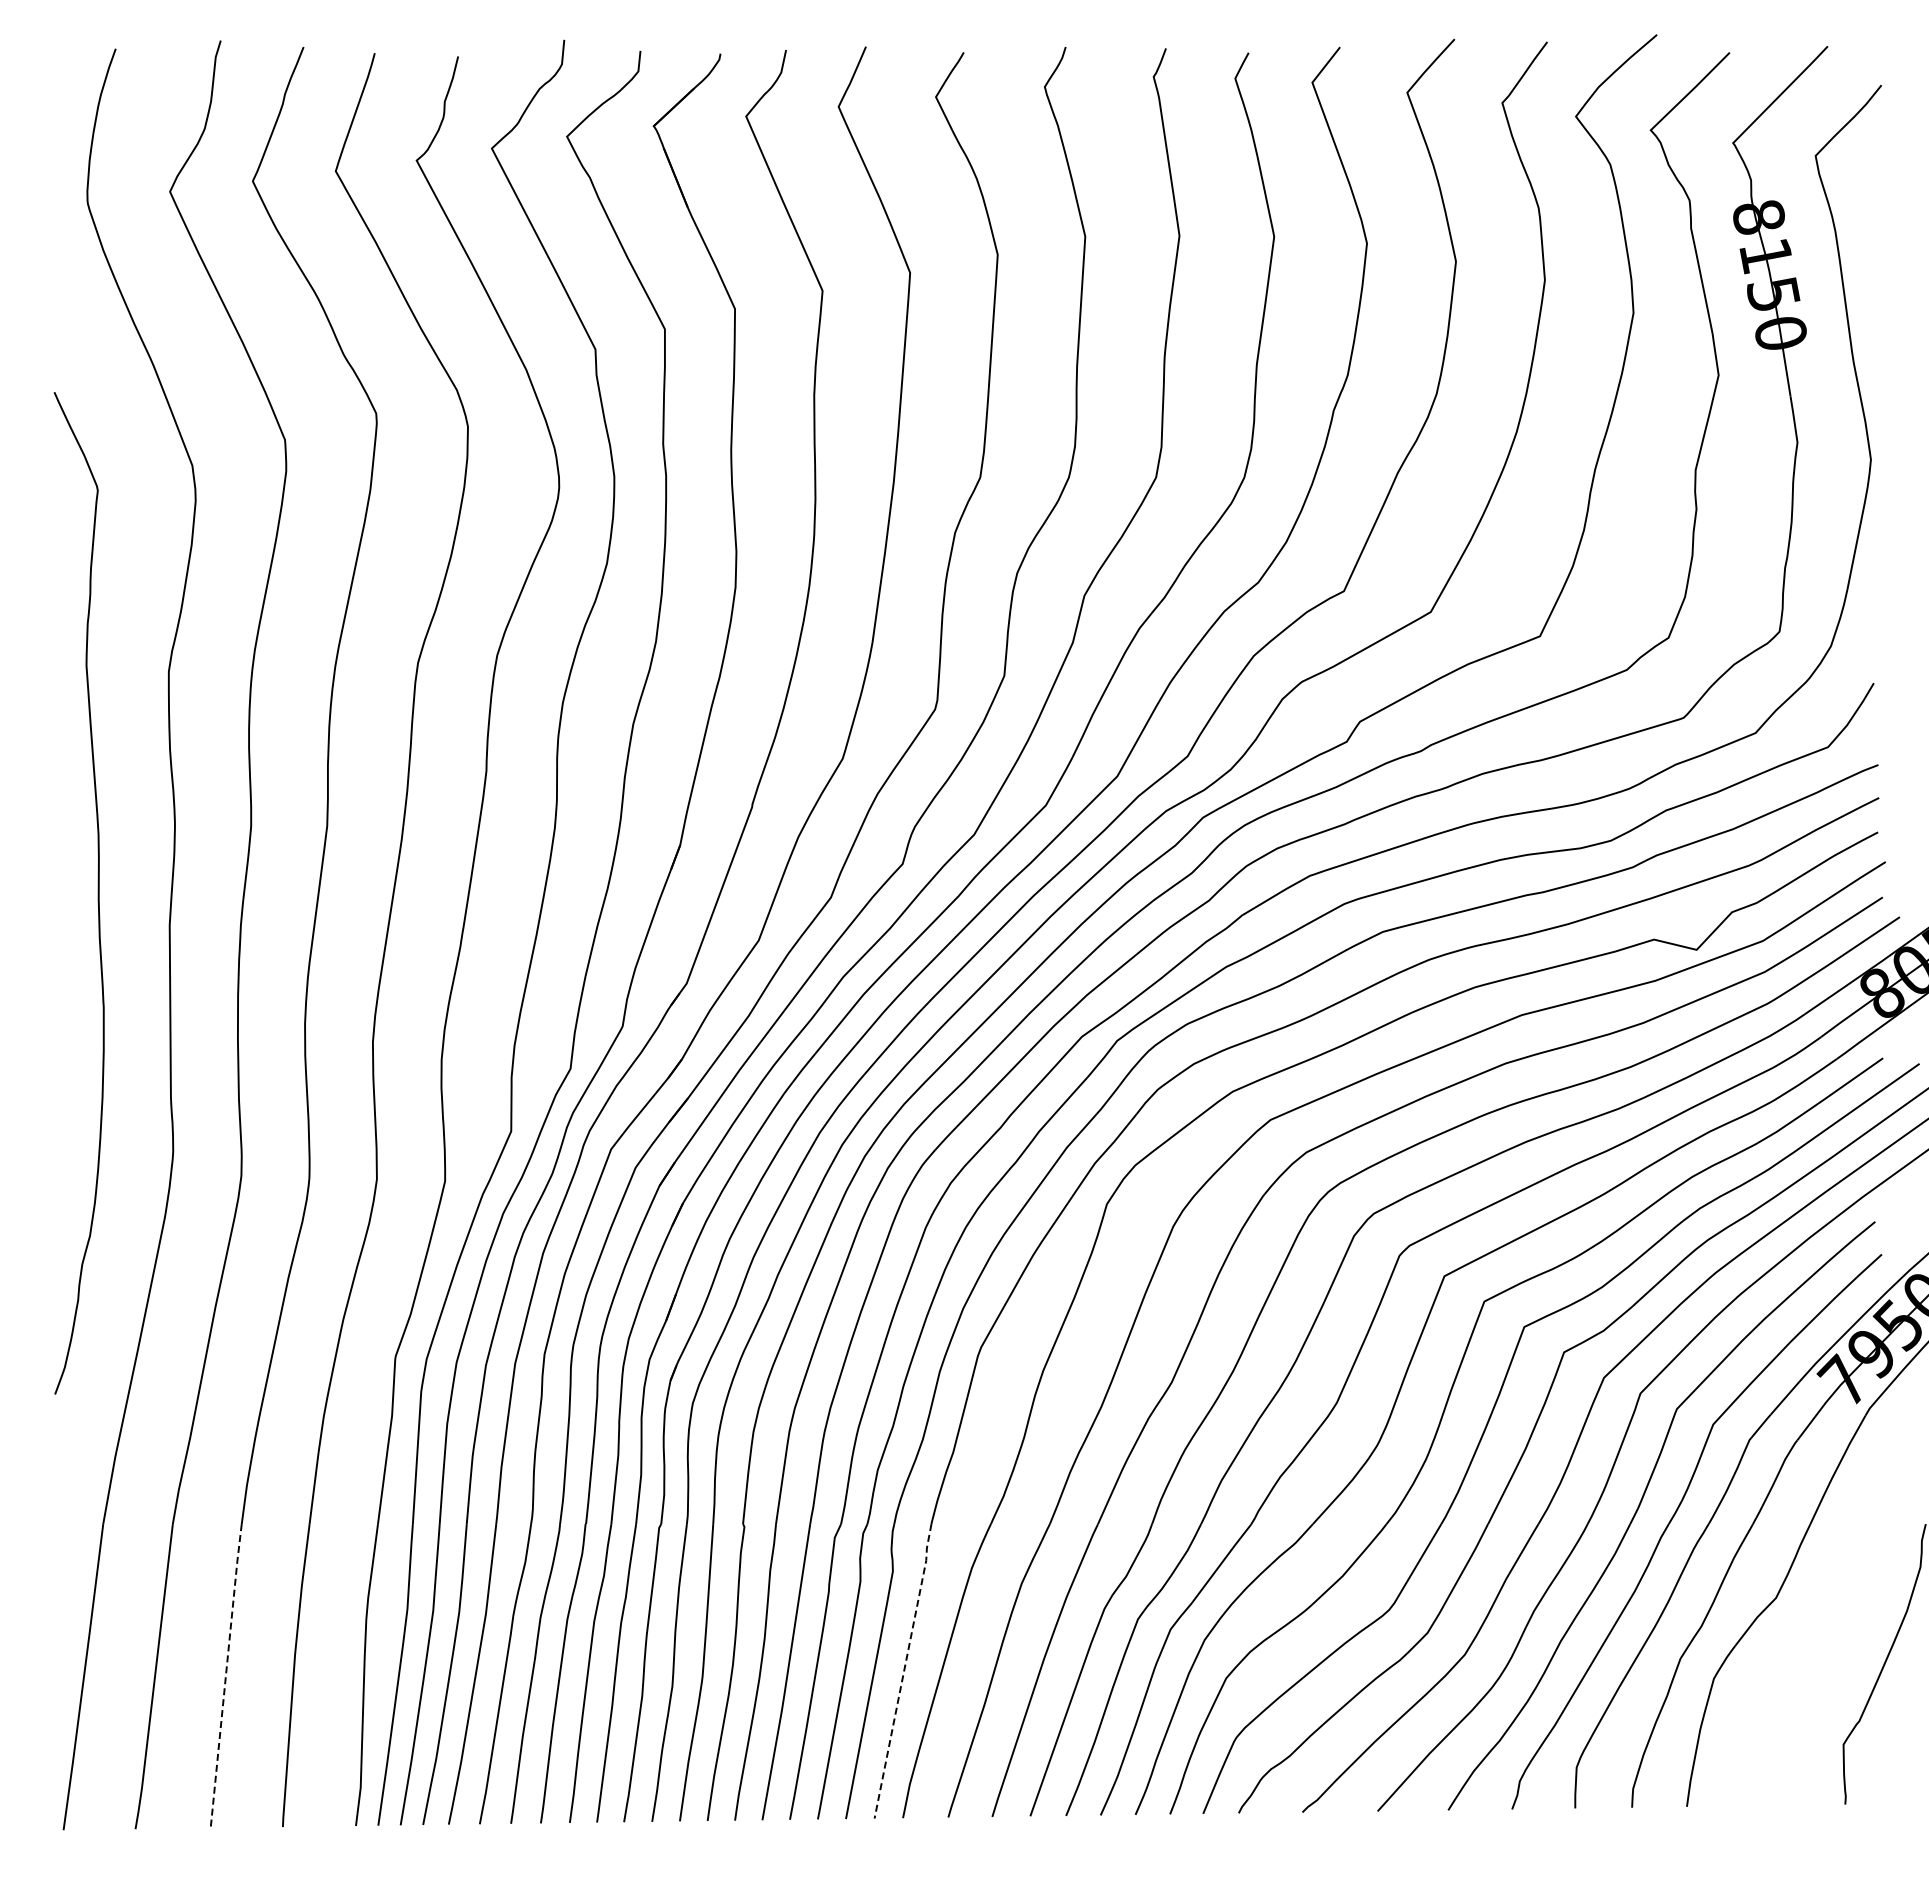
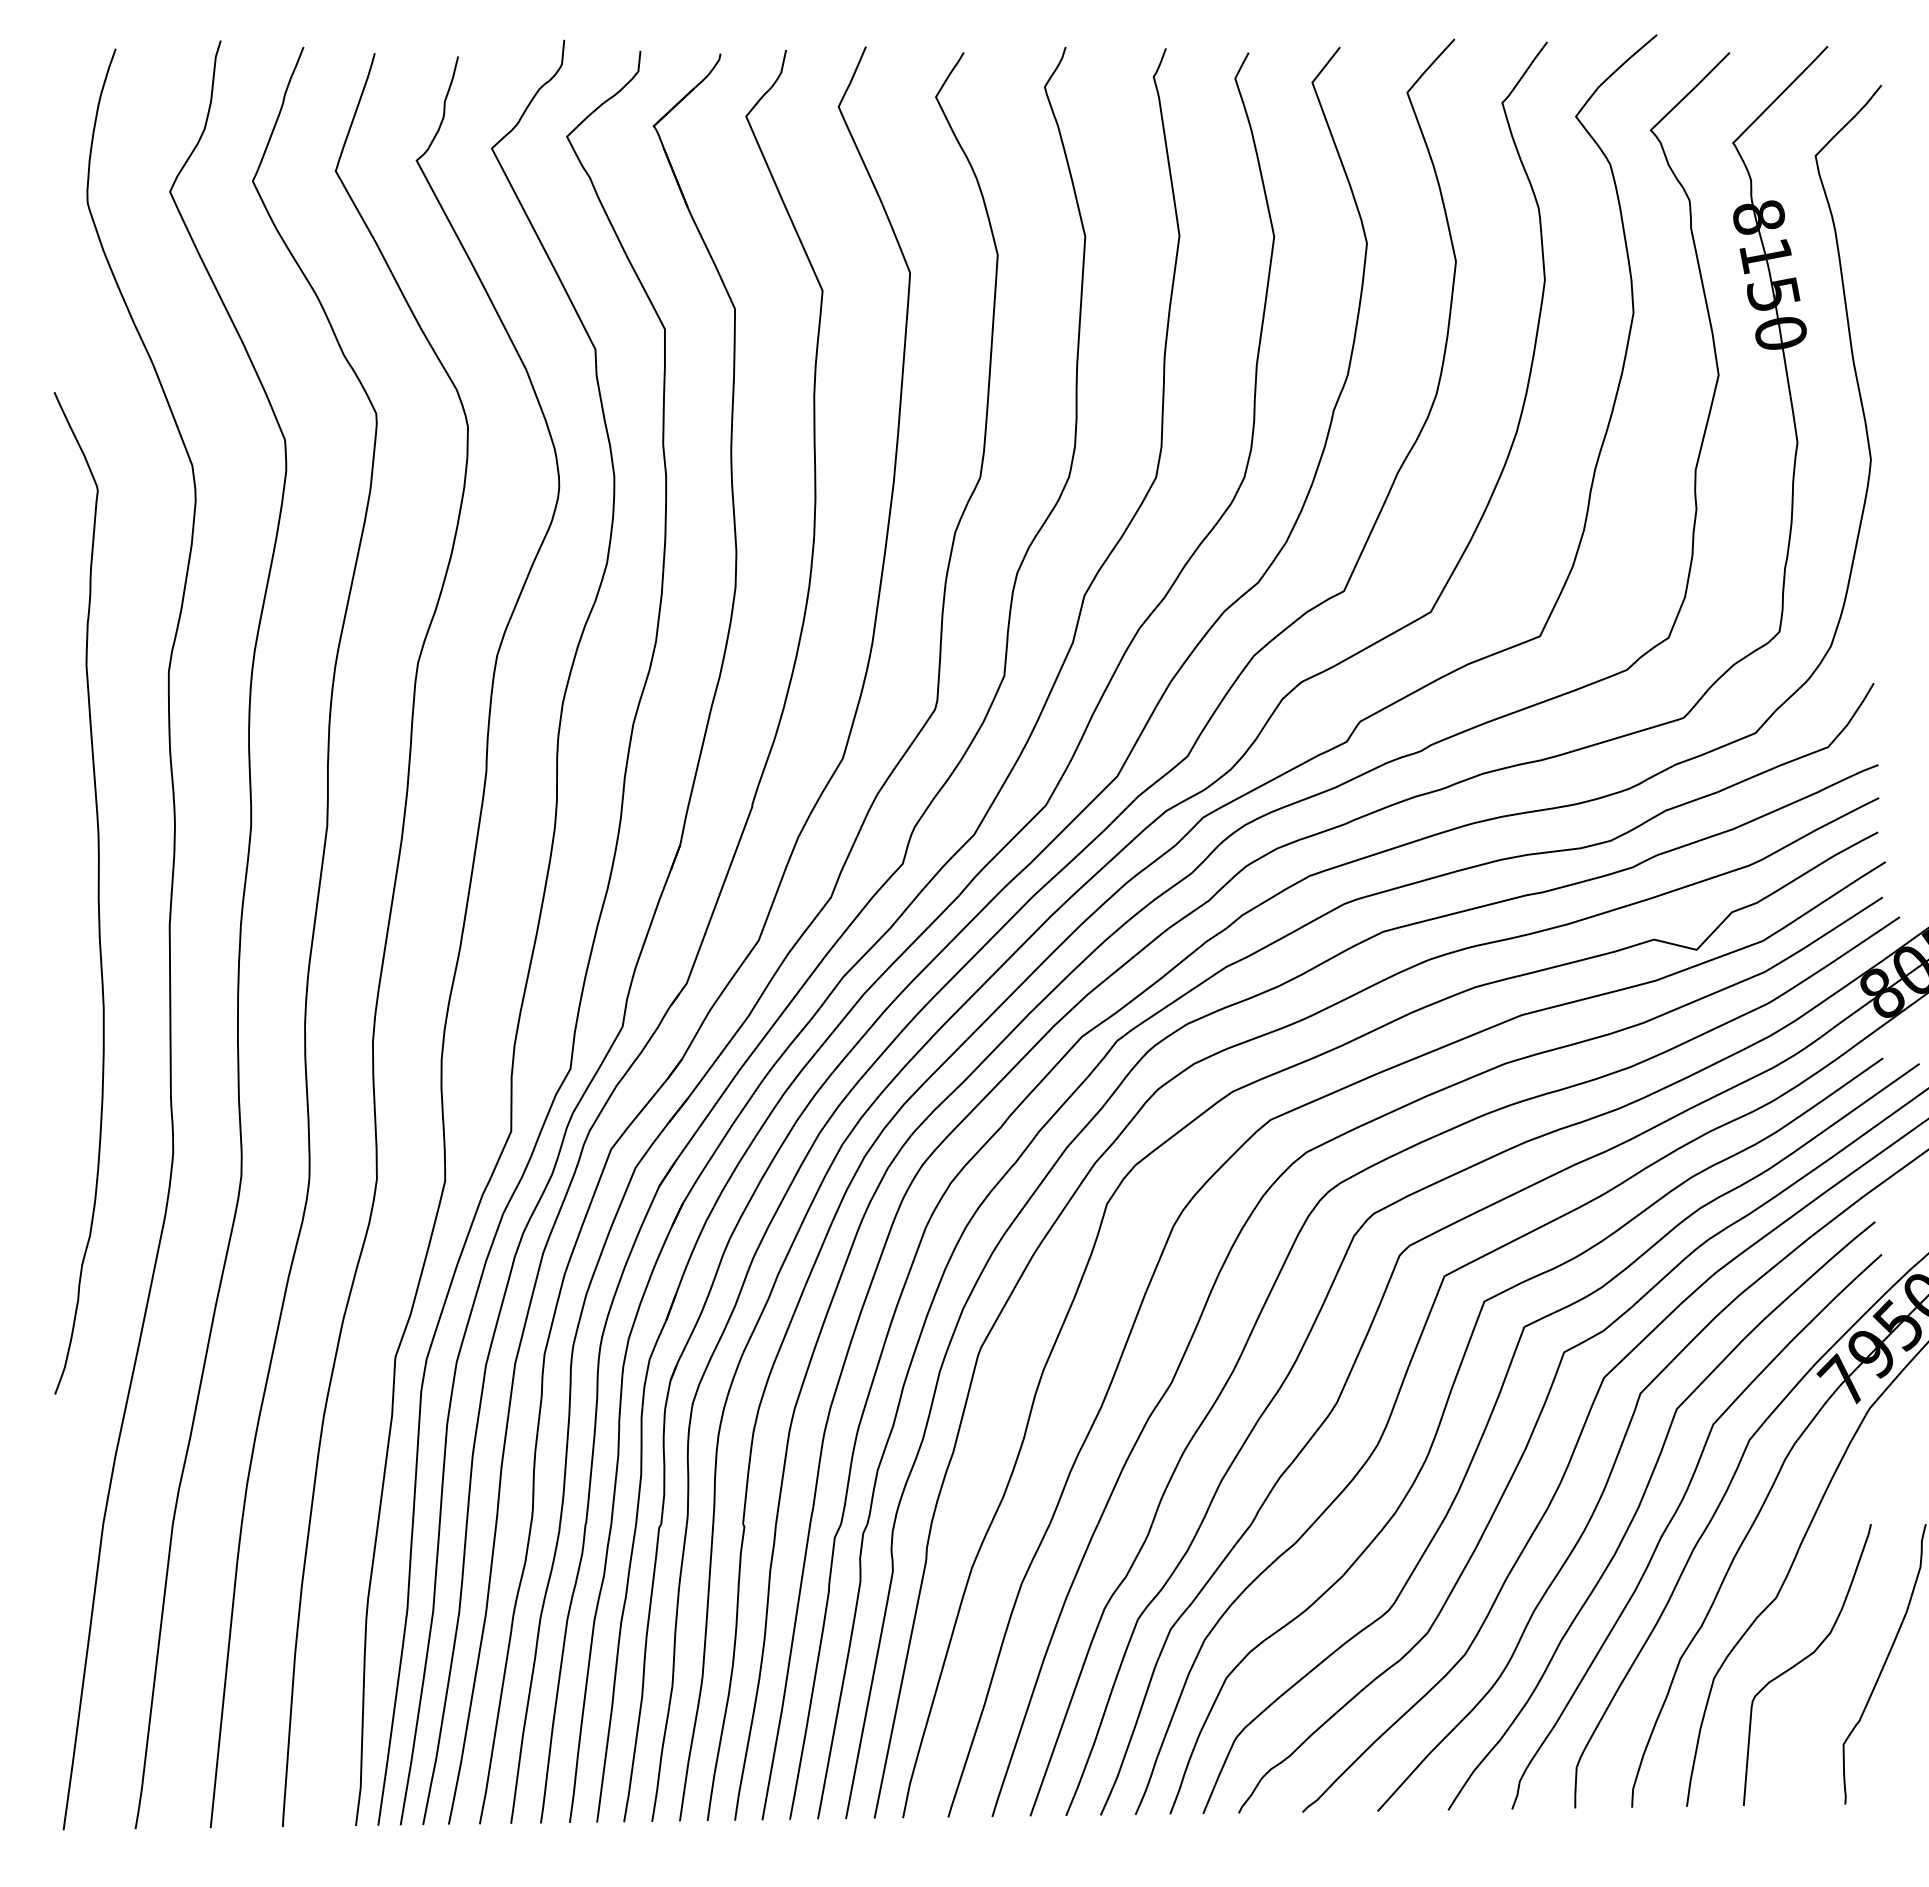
curve at (1804, 1660): none -> present
line at (904, 1670): dashed -> solid
line at (225, 1675): dashed -> solid
